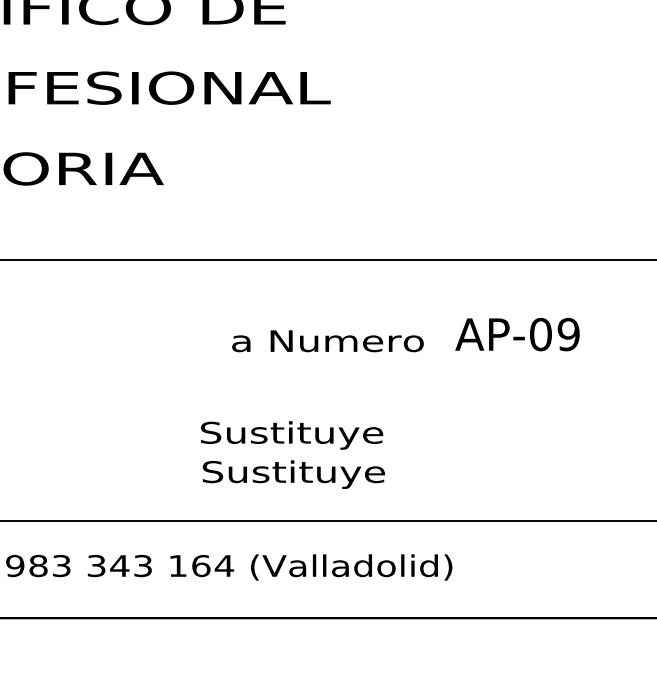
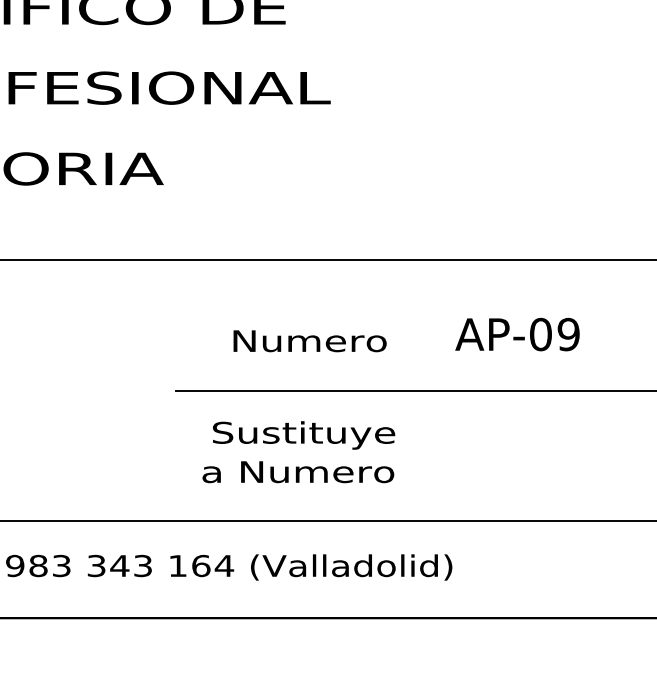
text at (327, 341): a Numero -> Numero
line at (414, 390): none -> present
text at (292, 435) position: (292, 435) -> (304, 435)
text at (298, 474): Sustituye -> a Numero
